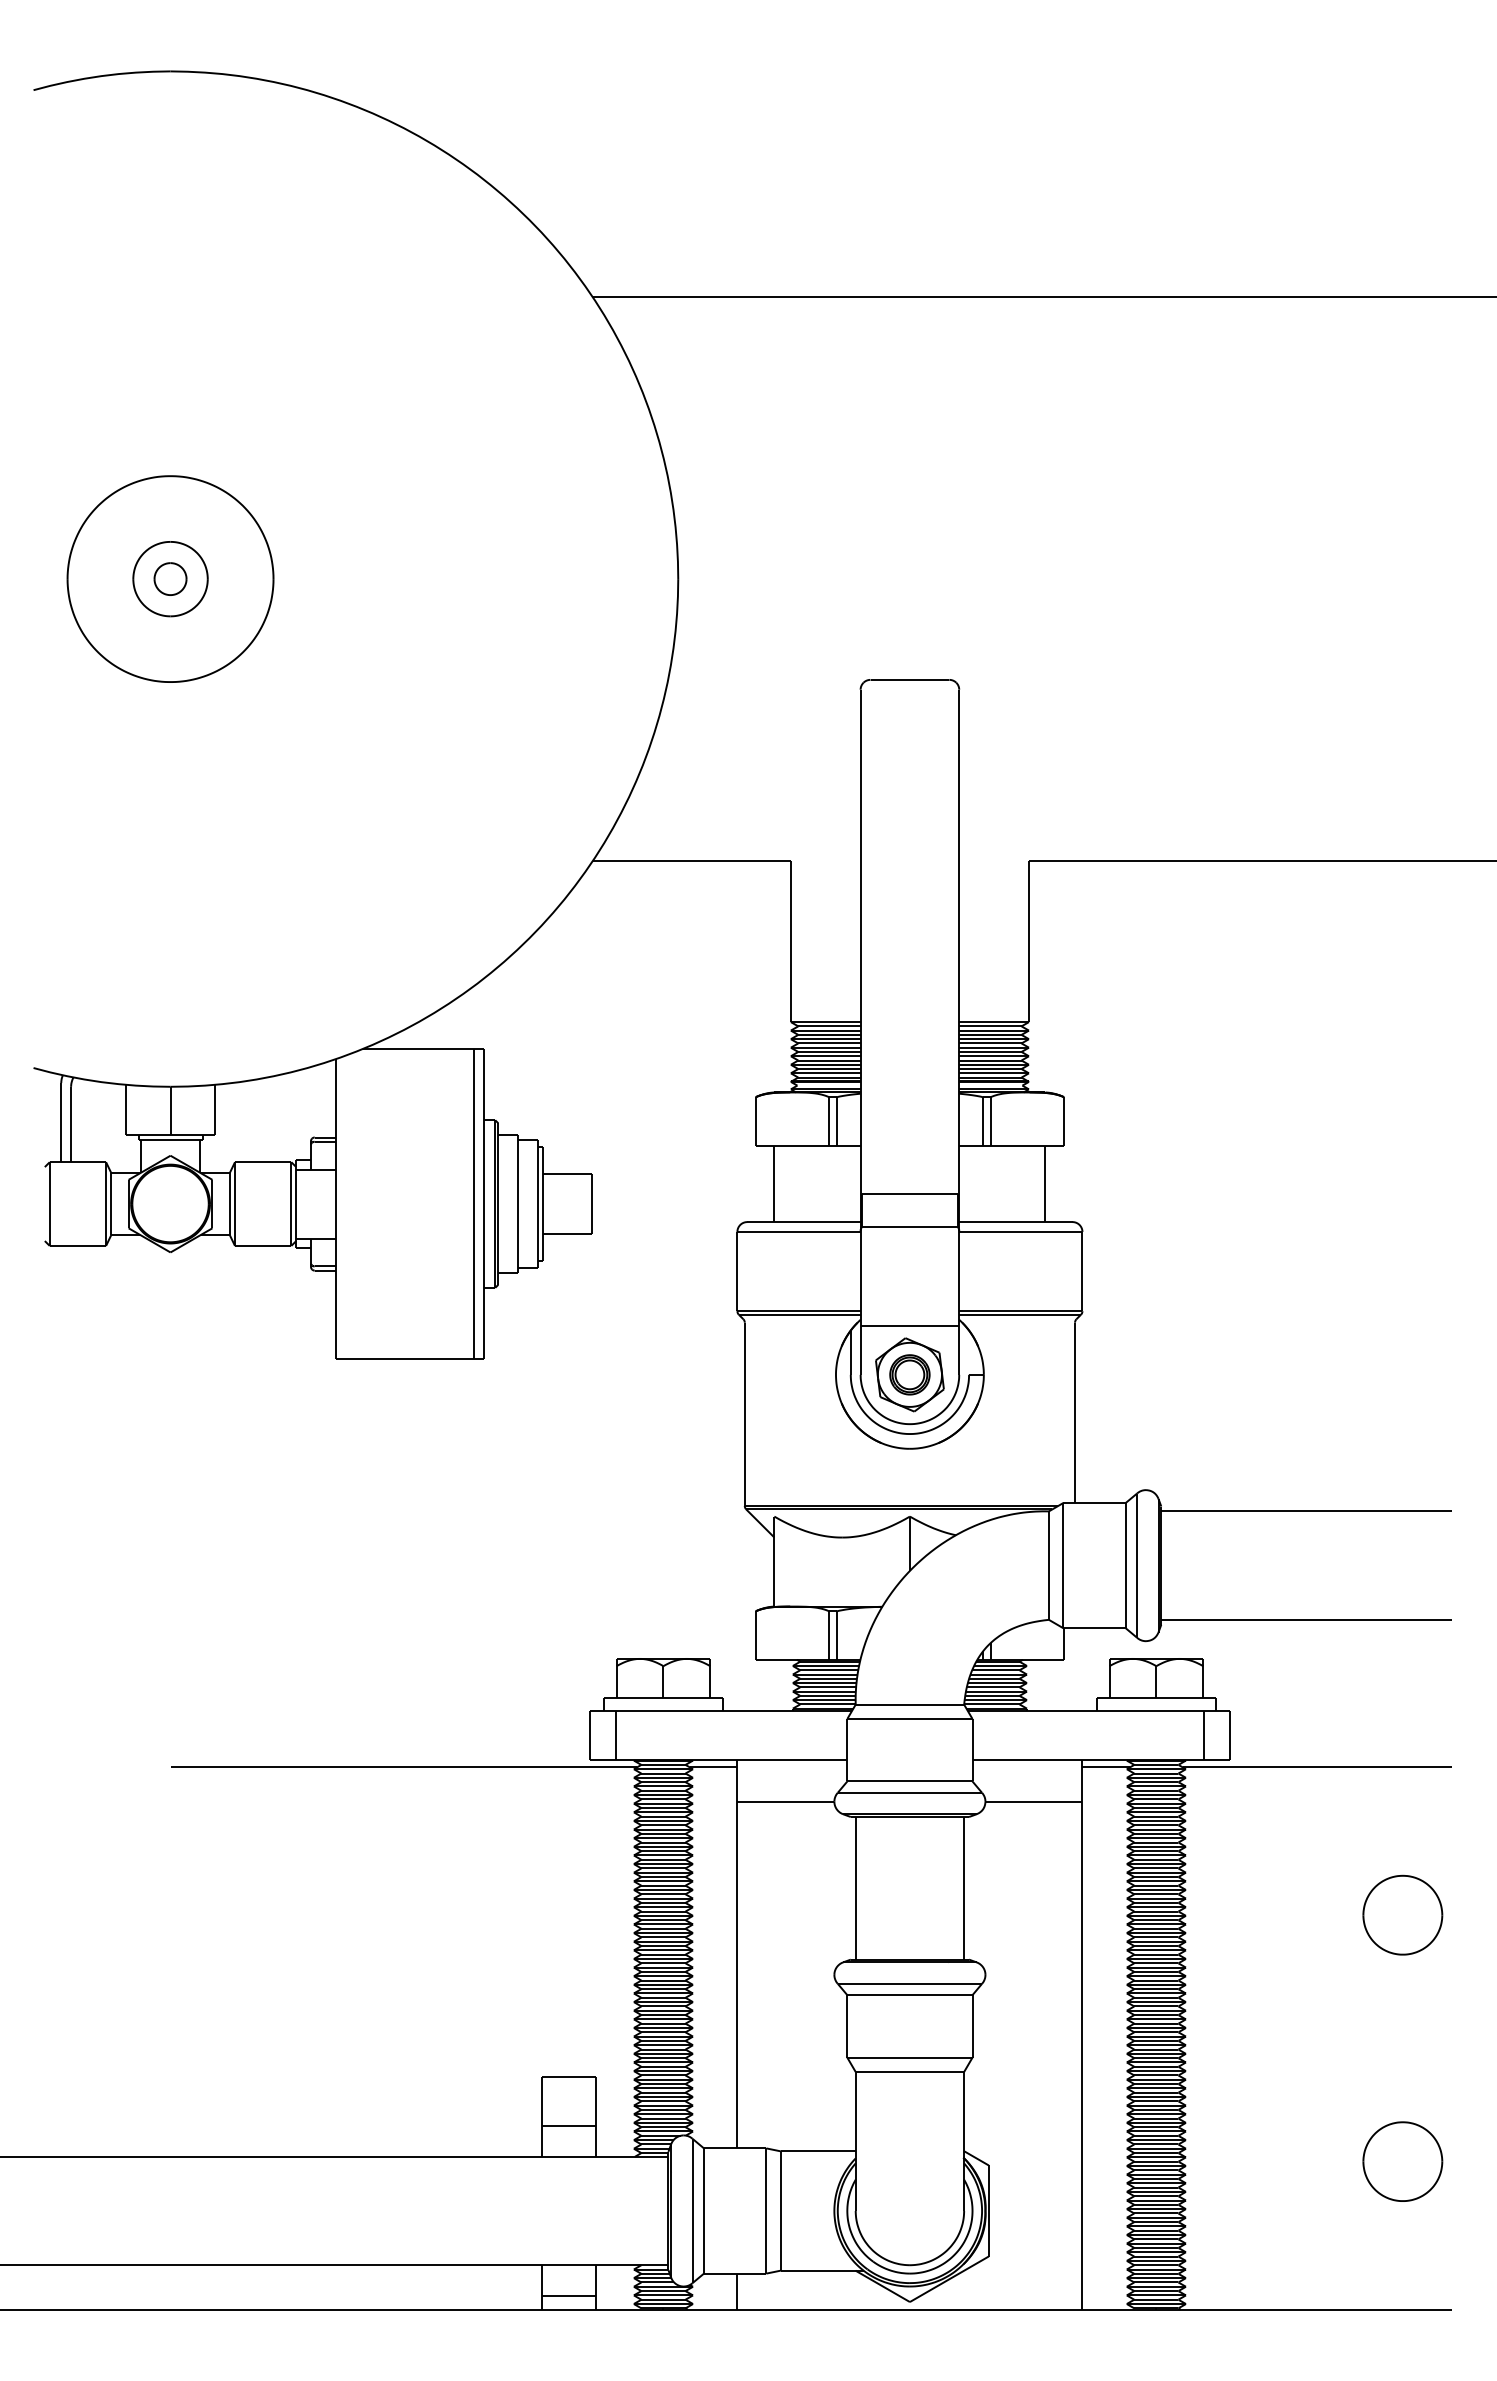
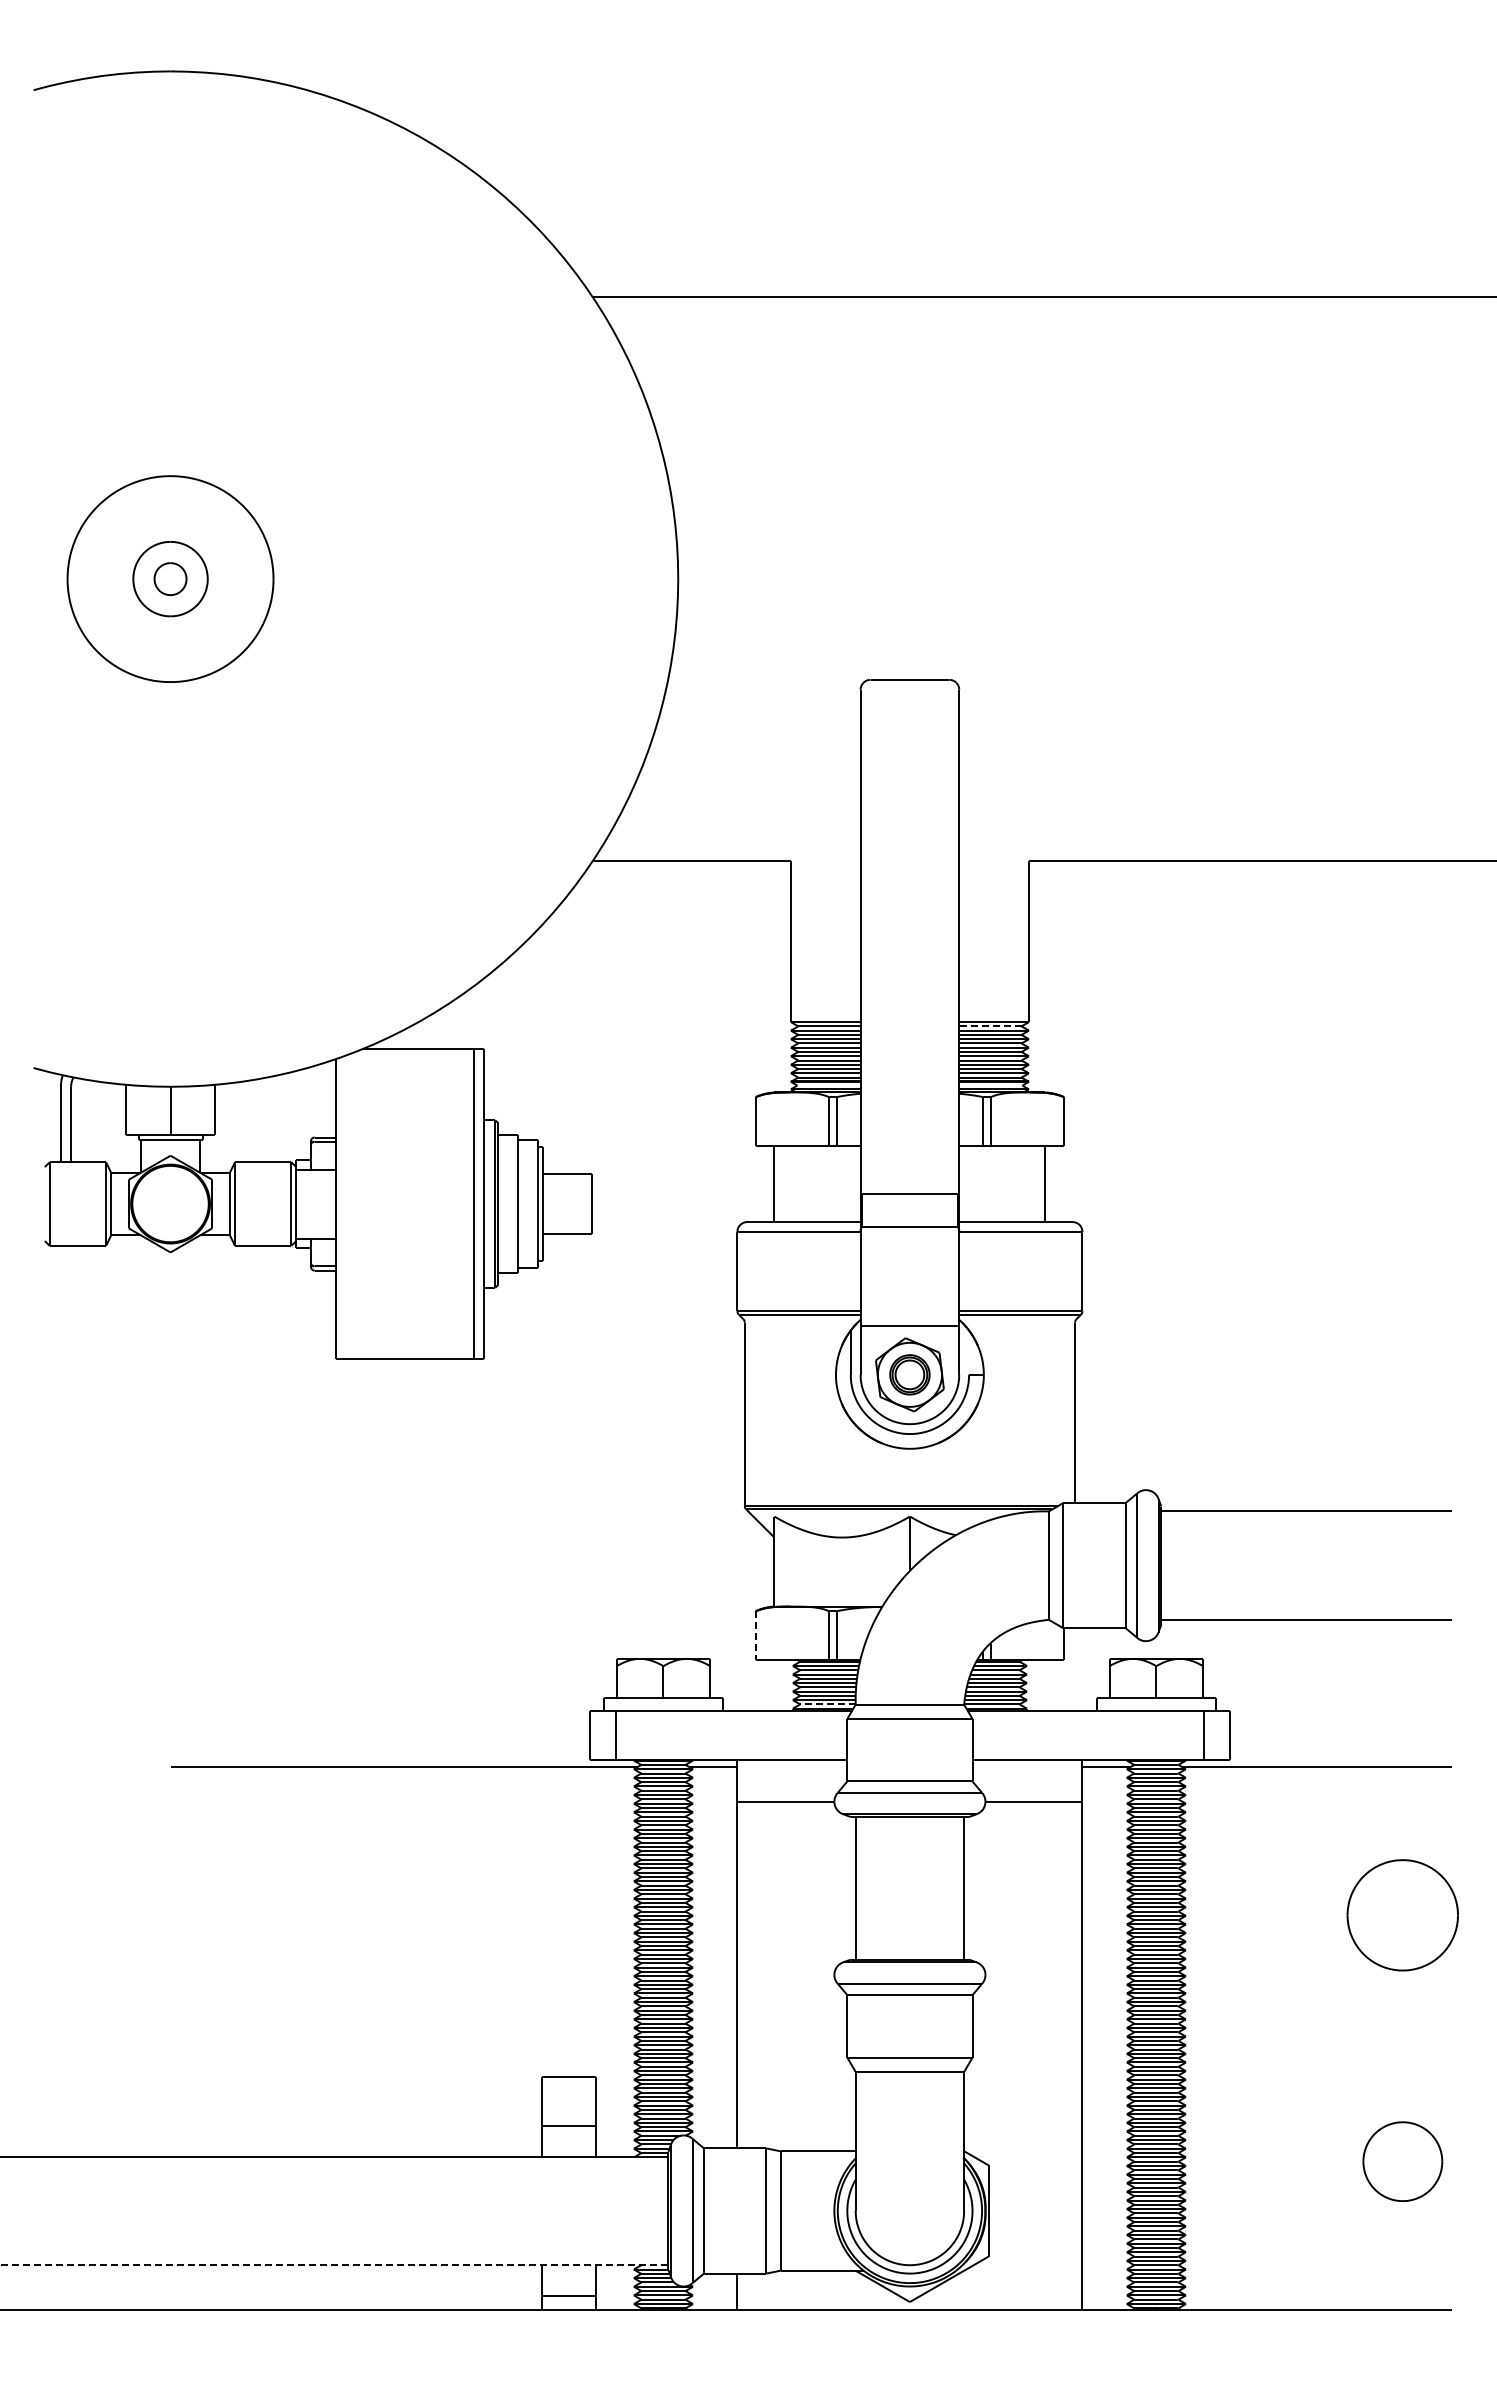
line at (989, 1026): solid -> dashed
line at (755, 1636): solid -> dashed
line at (827, 1704): solid -> dashed
part at (1402, 1914) size: 82x82 px -> 113x113 px
line at (334, 2265): solid -> dashed
